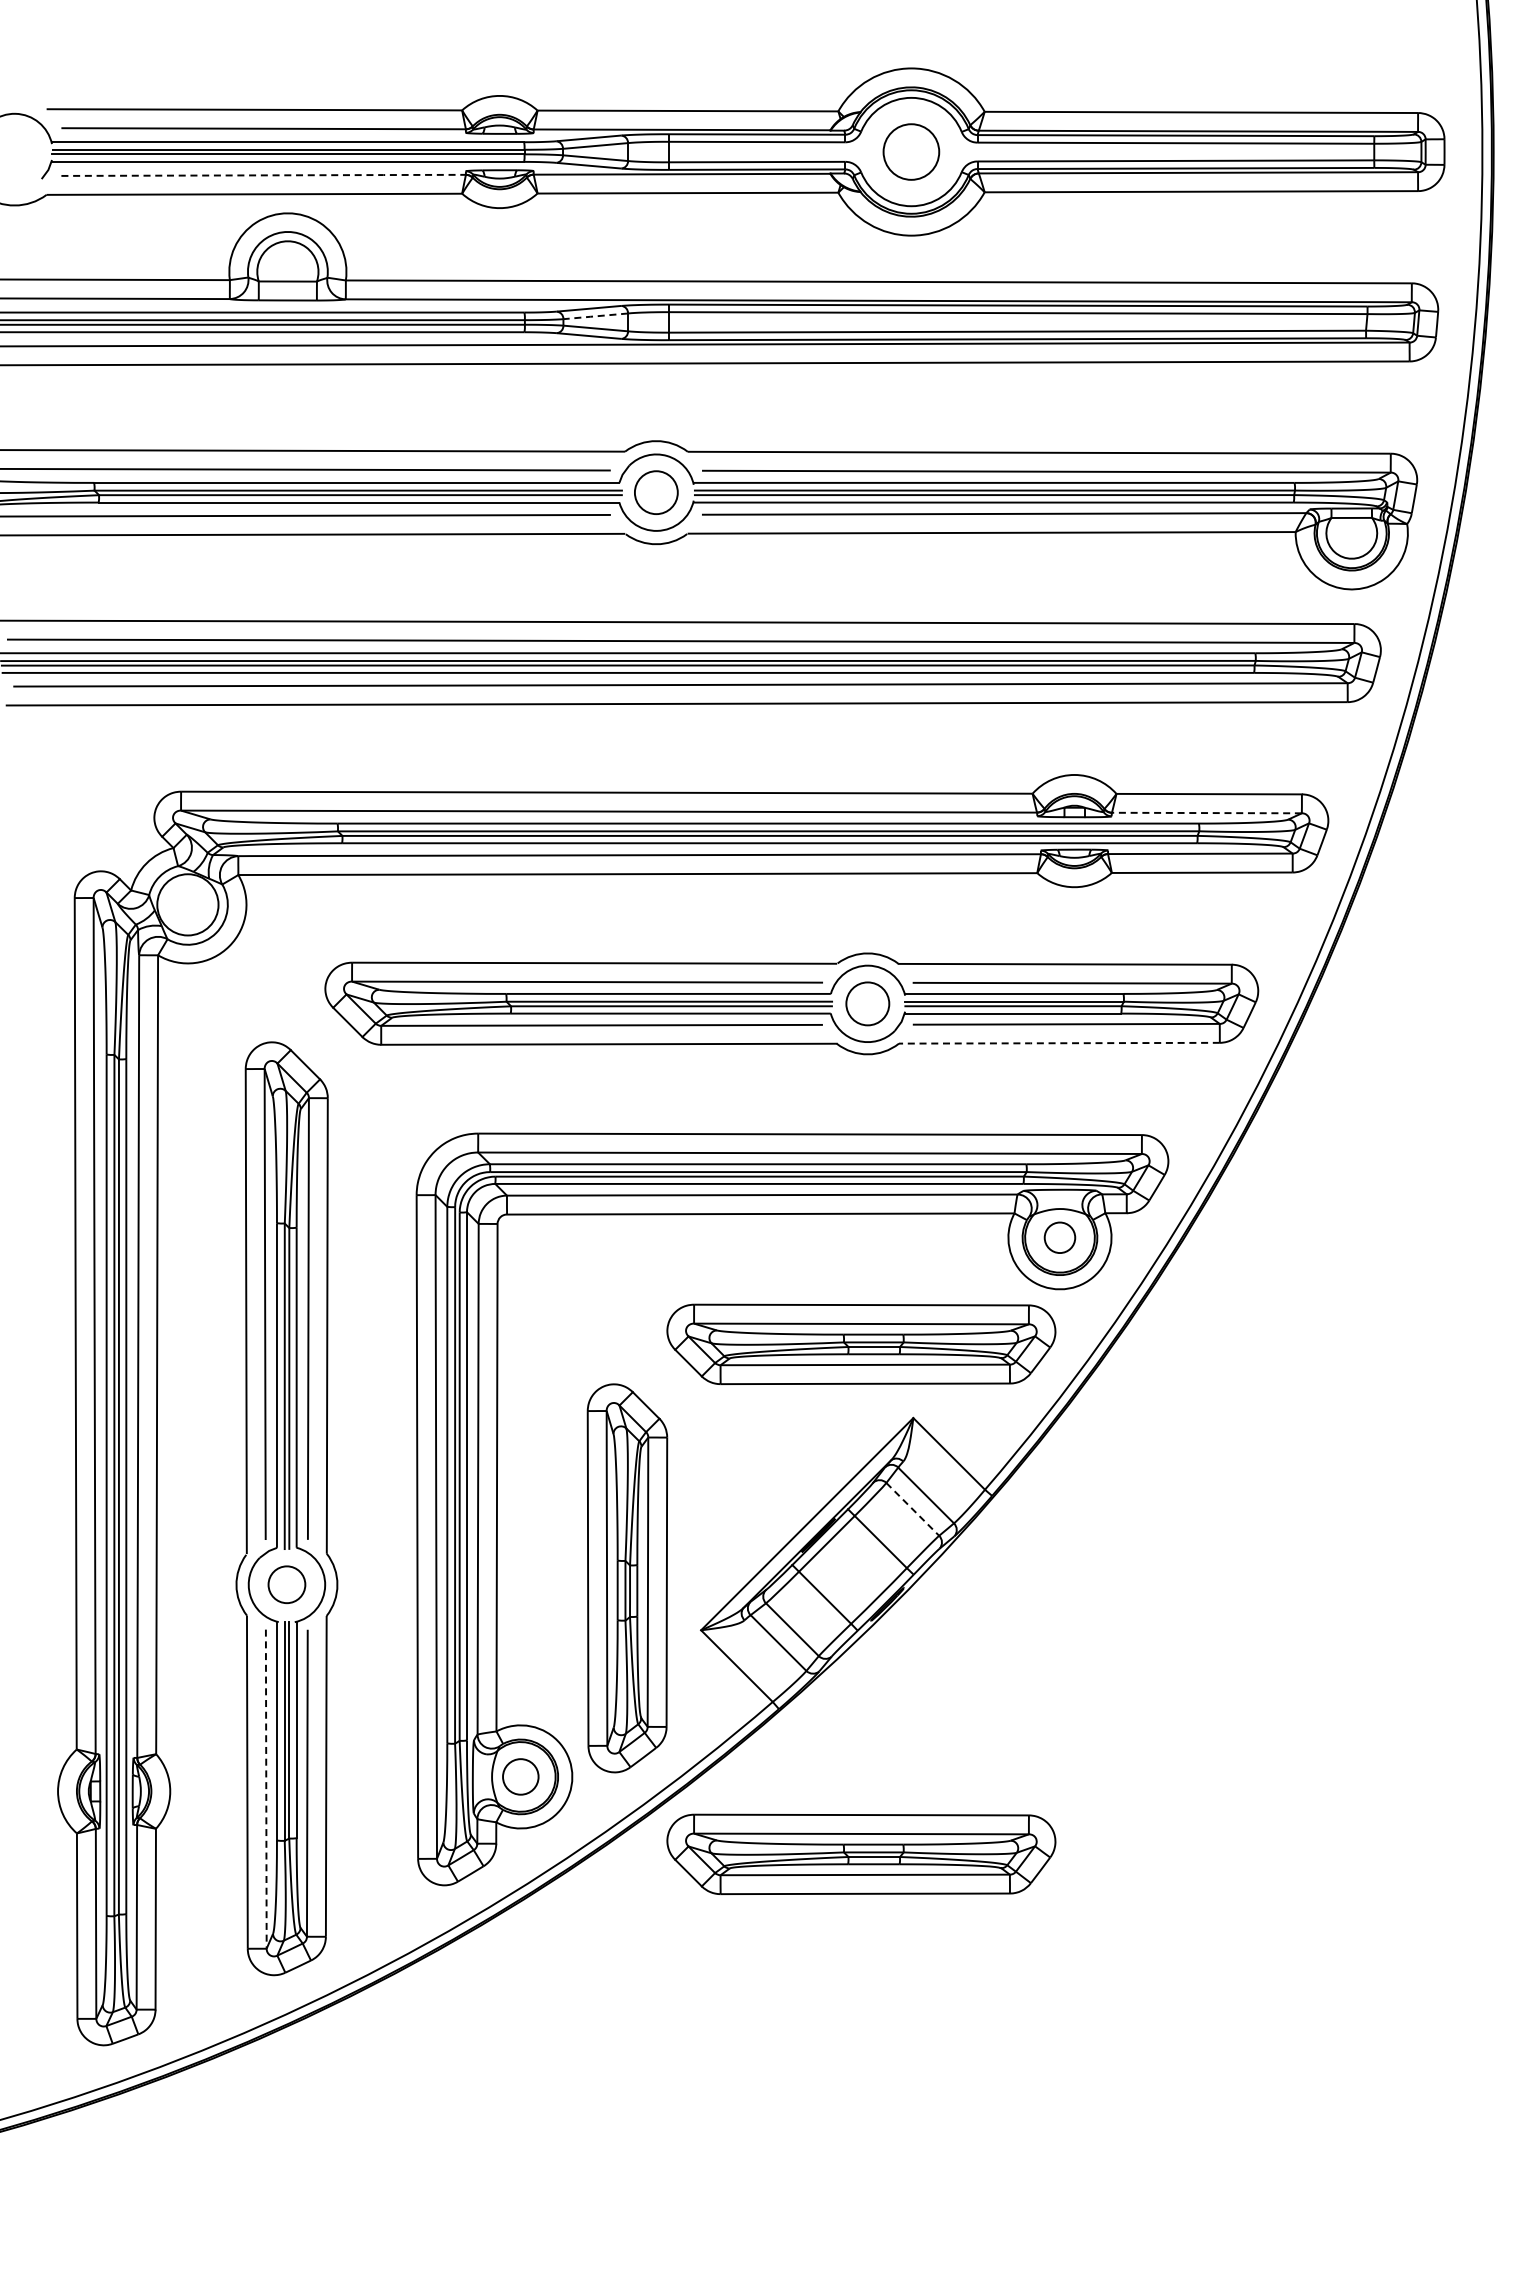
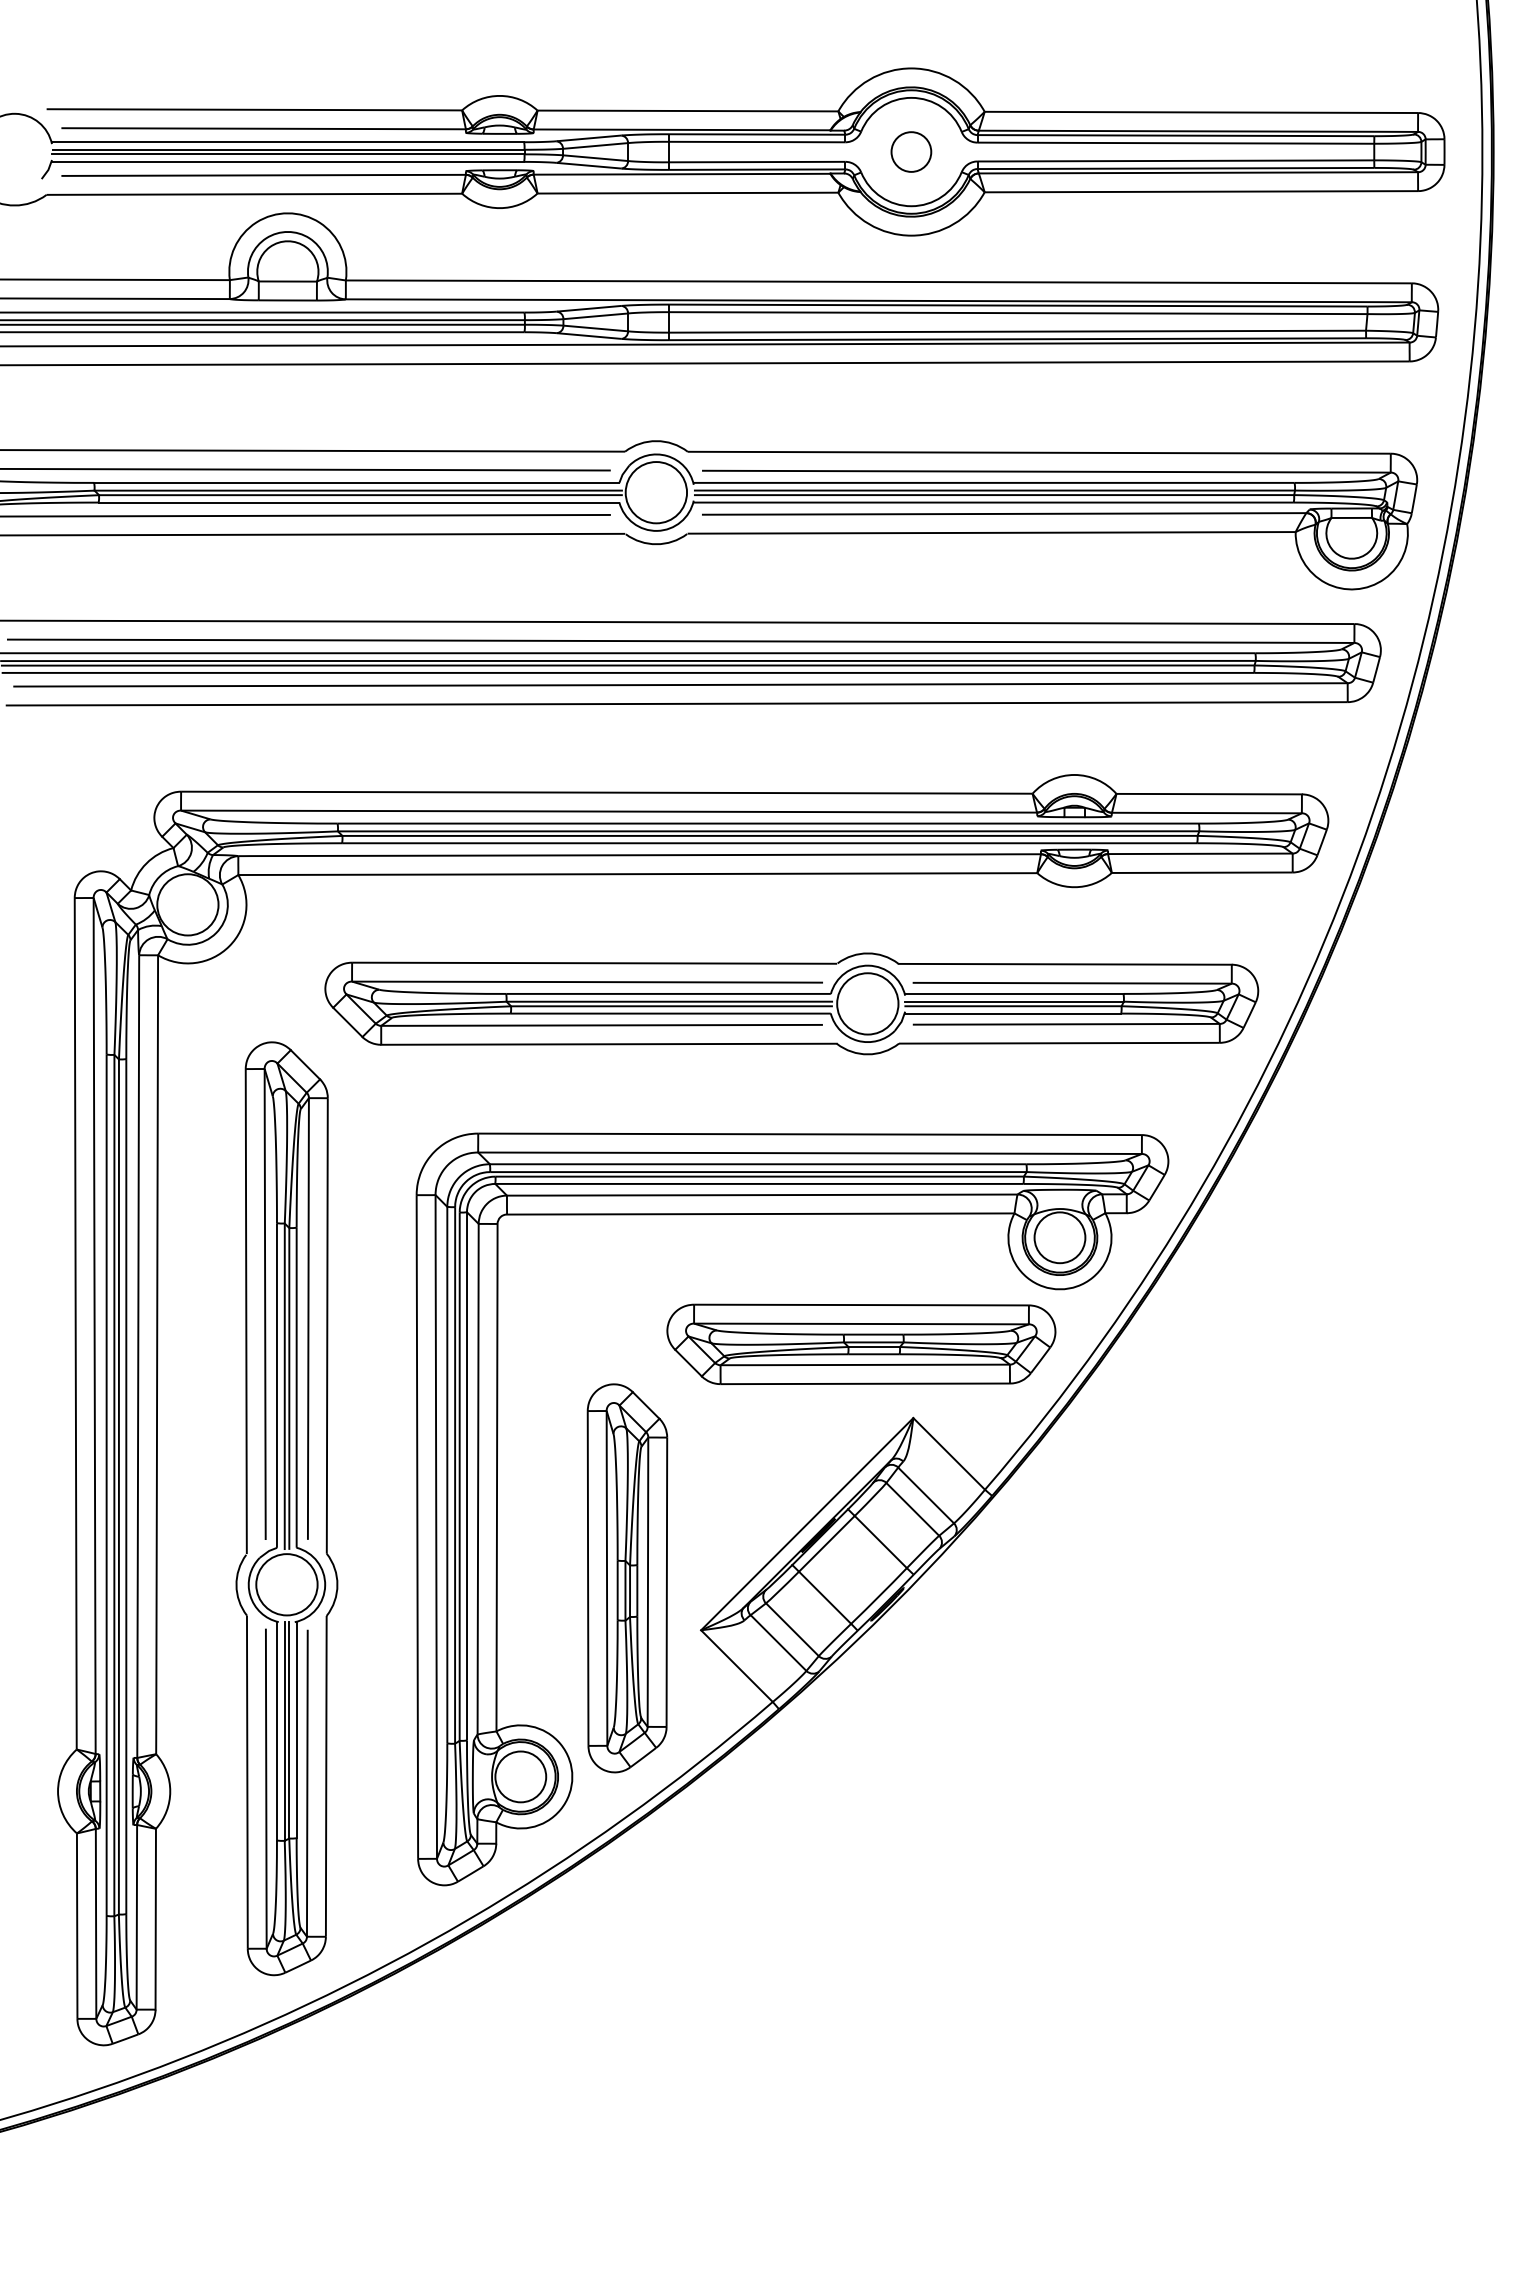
circle at (911, 151) diameter: 56 px -> 40 px
line at (264, 175): dashed -> solid
line at (596, 316): dashed -> solid
circle at (655, 492) diameter: 43 px -> 61 px
line at (1207, 813): dashed -> solid
circle at (867, 1003) diameter: 43 px -> 61 px
line at (1059, 1043): dashed -> solid
circle at (1059, 1237) diameter: 30 px -> 51 px
line at (913, 1509): dashed -> solid
circle at (286, 1584) diameter: 37 px -> 61 px
circle at (520, 1776) diameter: 36 px -> 51 px
line at (266, 1789): dashed -> solid
part at (861, 1853): present -> none
